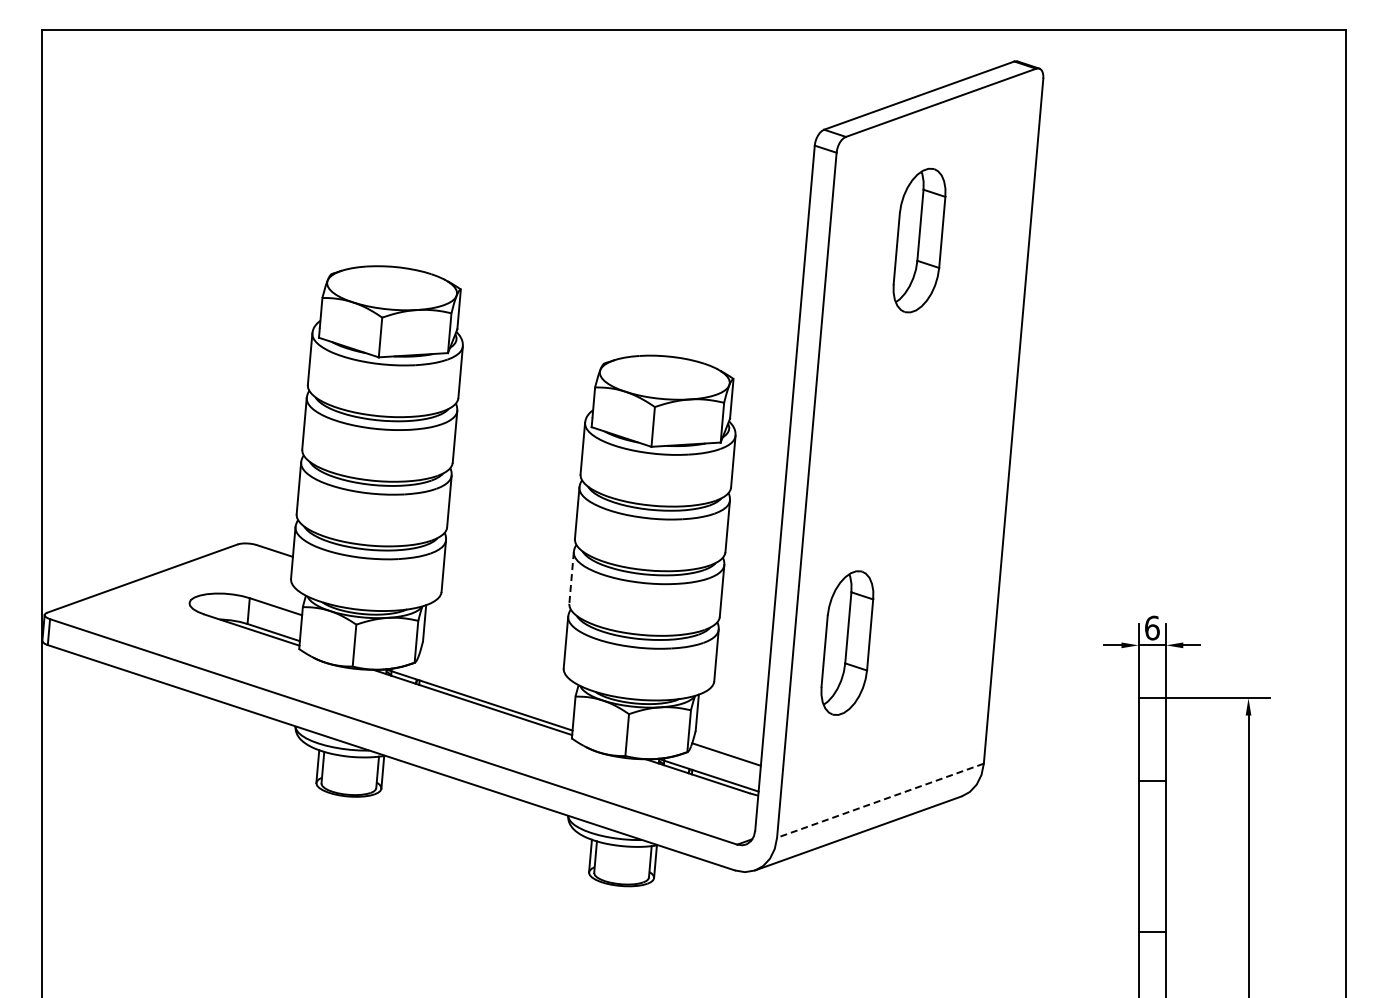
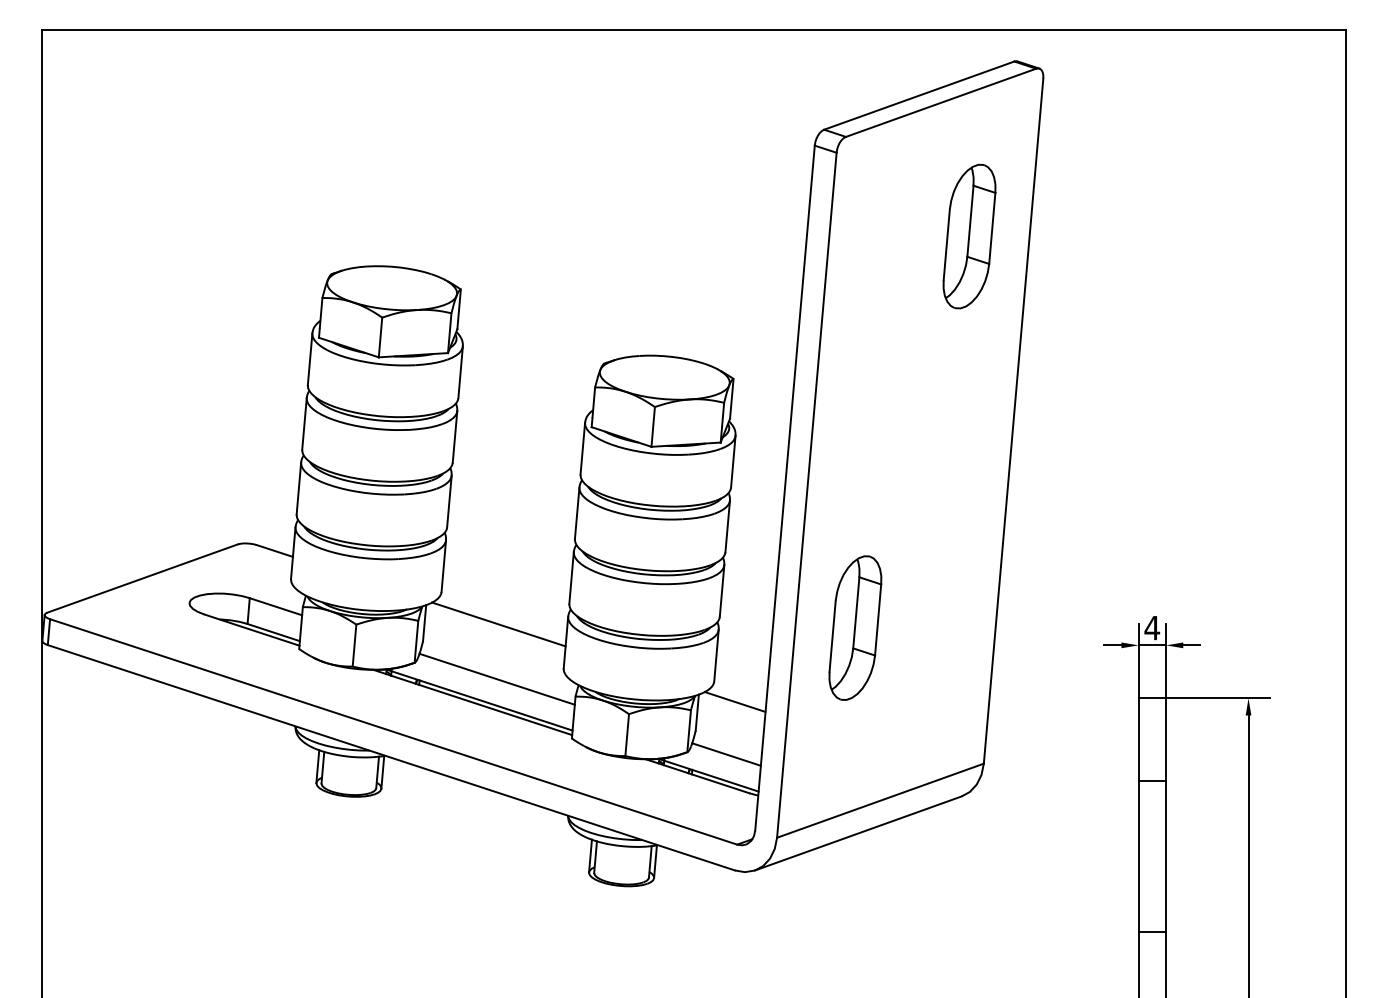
part at (919, 240) position: (919, 240) -> (969, 236)
line at (571, 577): dashed -> solid
line at (498, 624): none -> present
text at (1152, 627): 6 -> 4
part at (847, 642) position: (847, 642) -> (855, 627)
line at (496, 678): none -> present
line at (734, 701): none -> present
line at (880, 800): dashed -> solid
